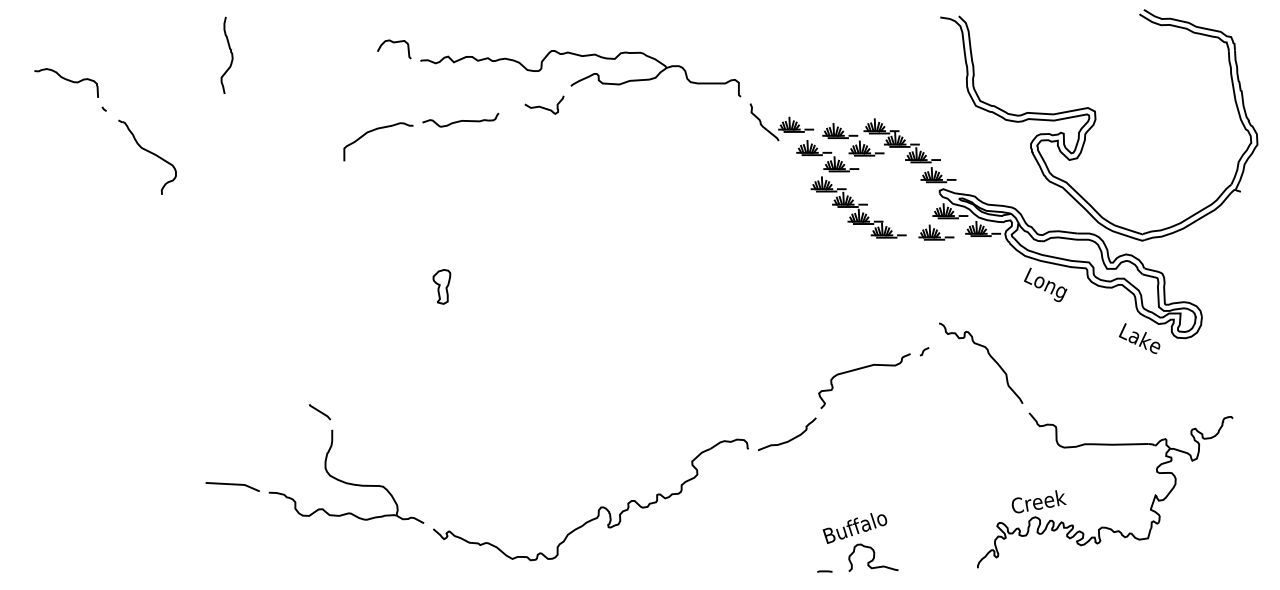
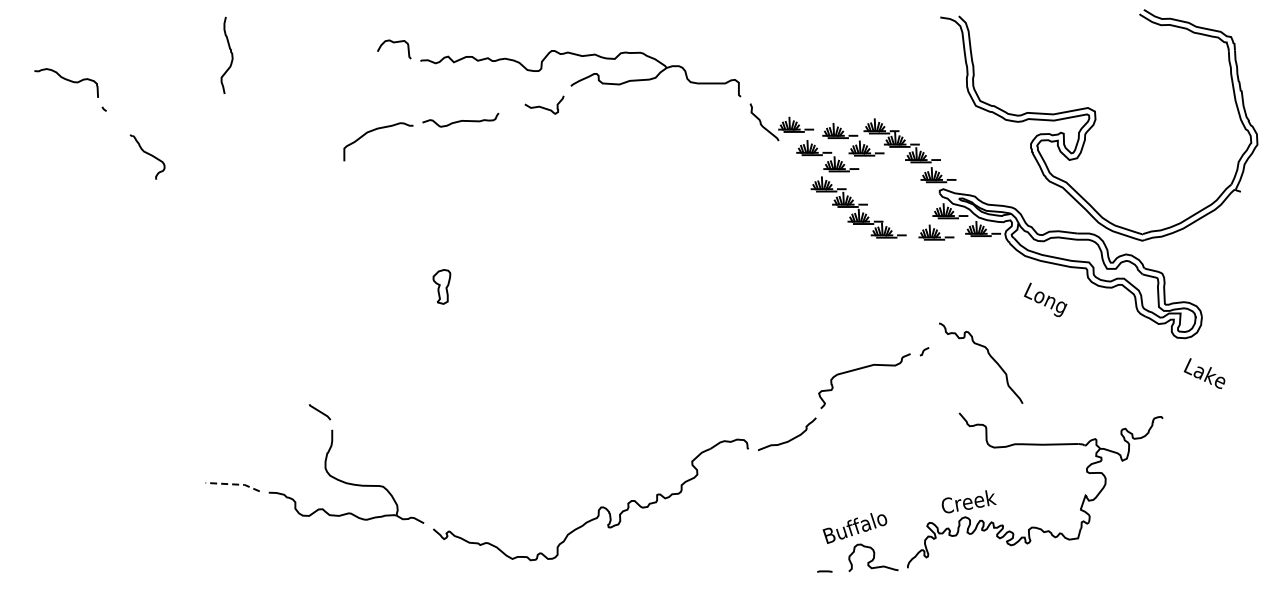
part at (147, 156) size: 59x76 px -> 37x46 px
text at (1045, 284) position: (1045, 284) -> (1045, 299)
text at (1139, 338) position: (1139, 338) -> (1204, 373)
line at (234, 484): solid -> dashed
part at (1105, 526) position: (1105, 526) -> (1035, 526)
